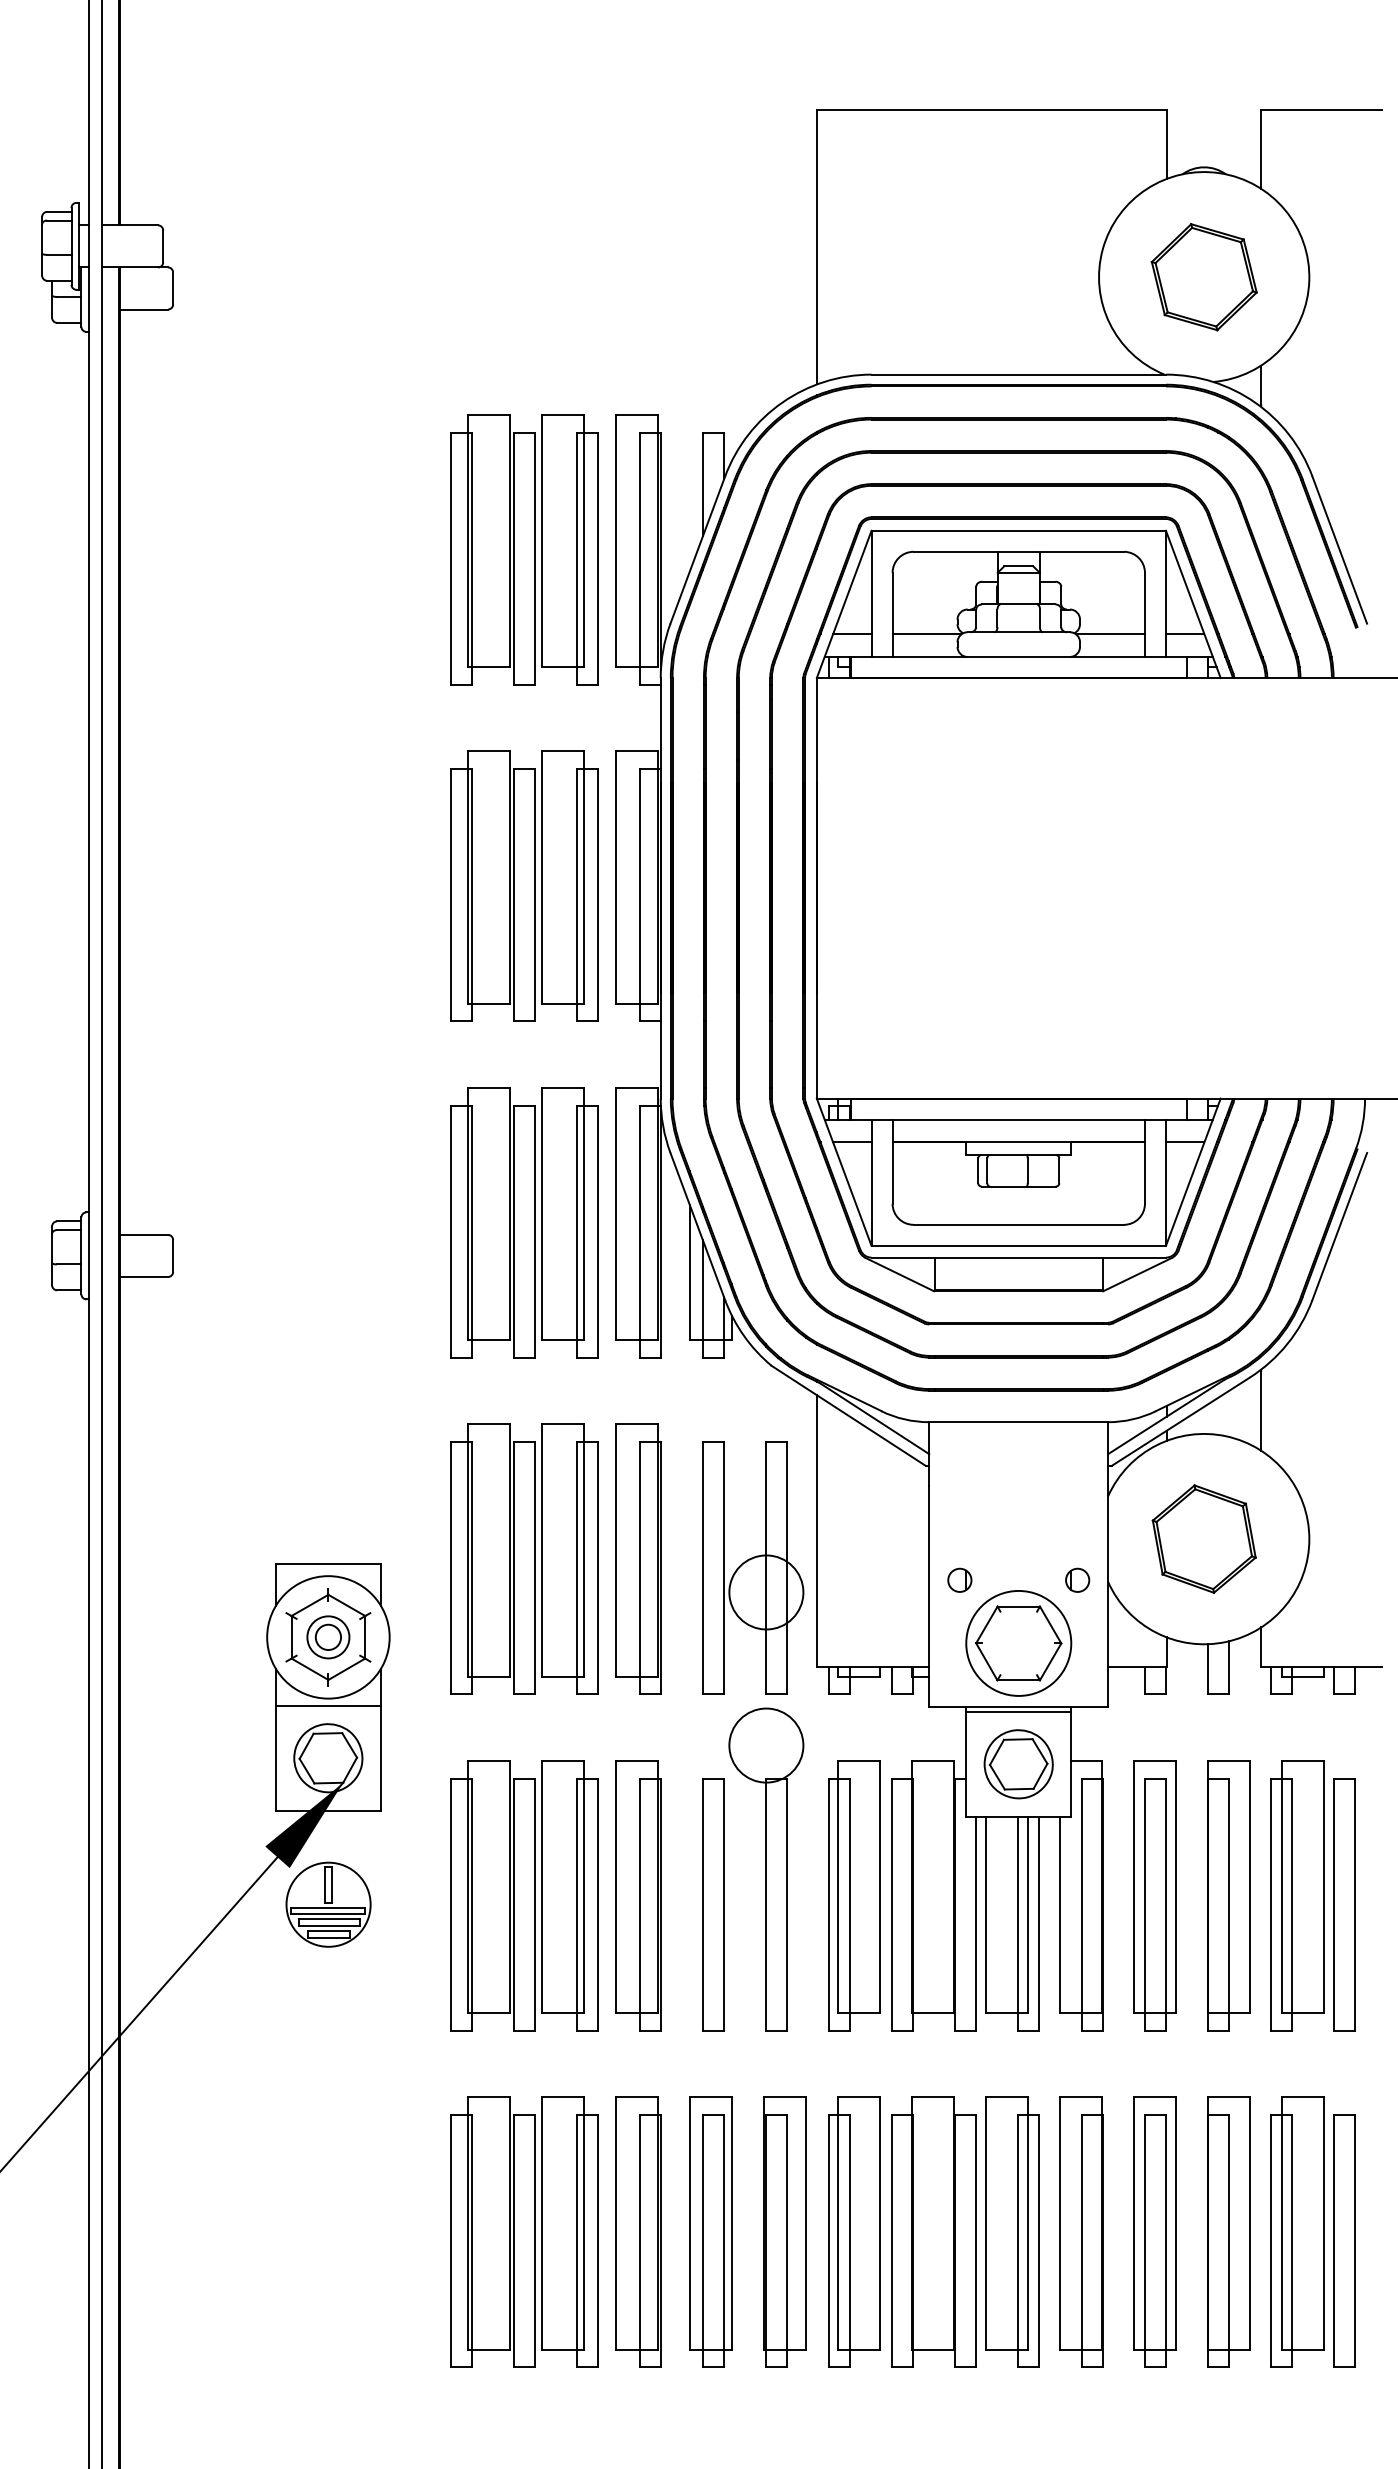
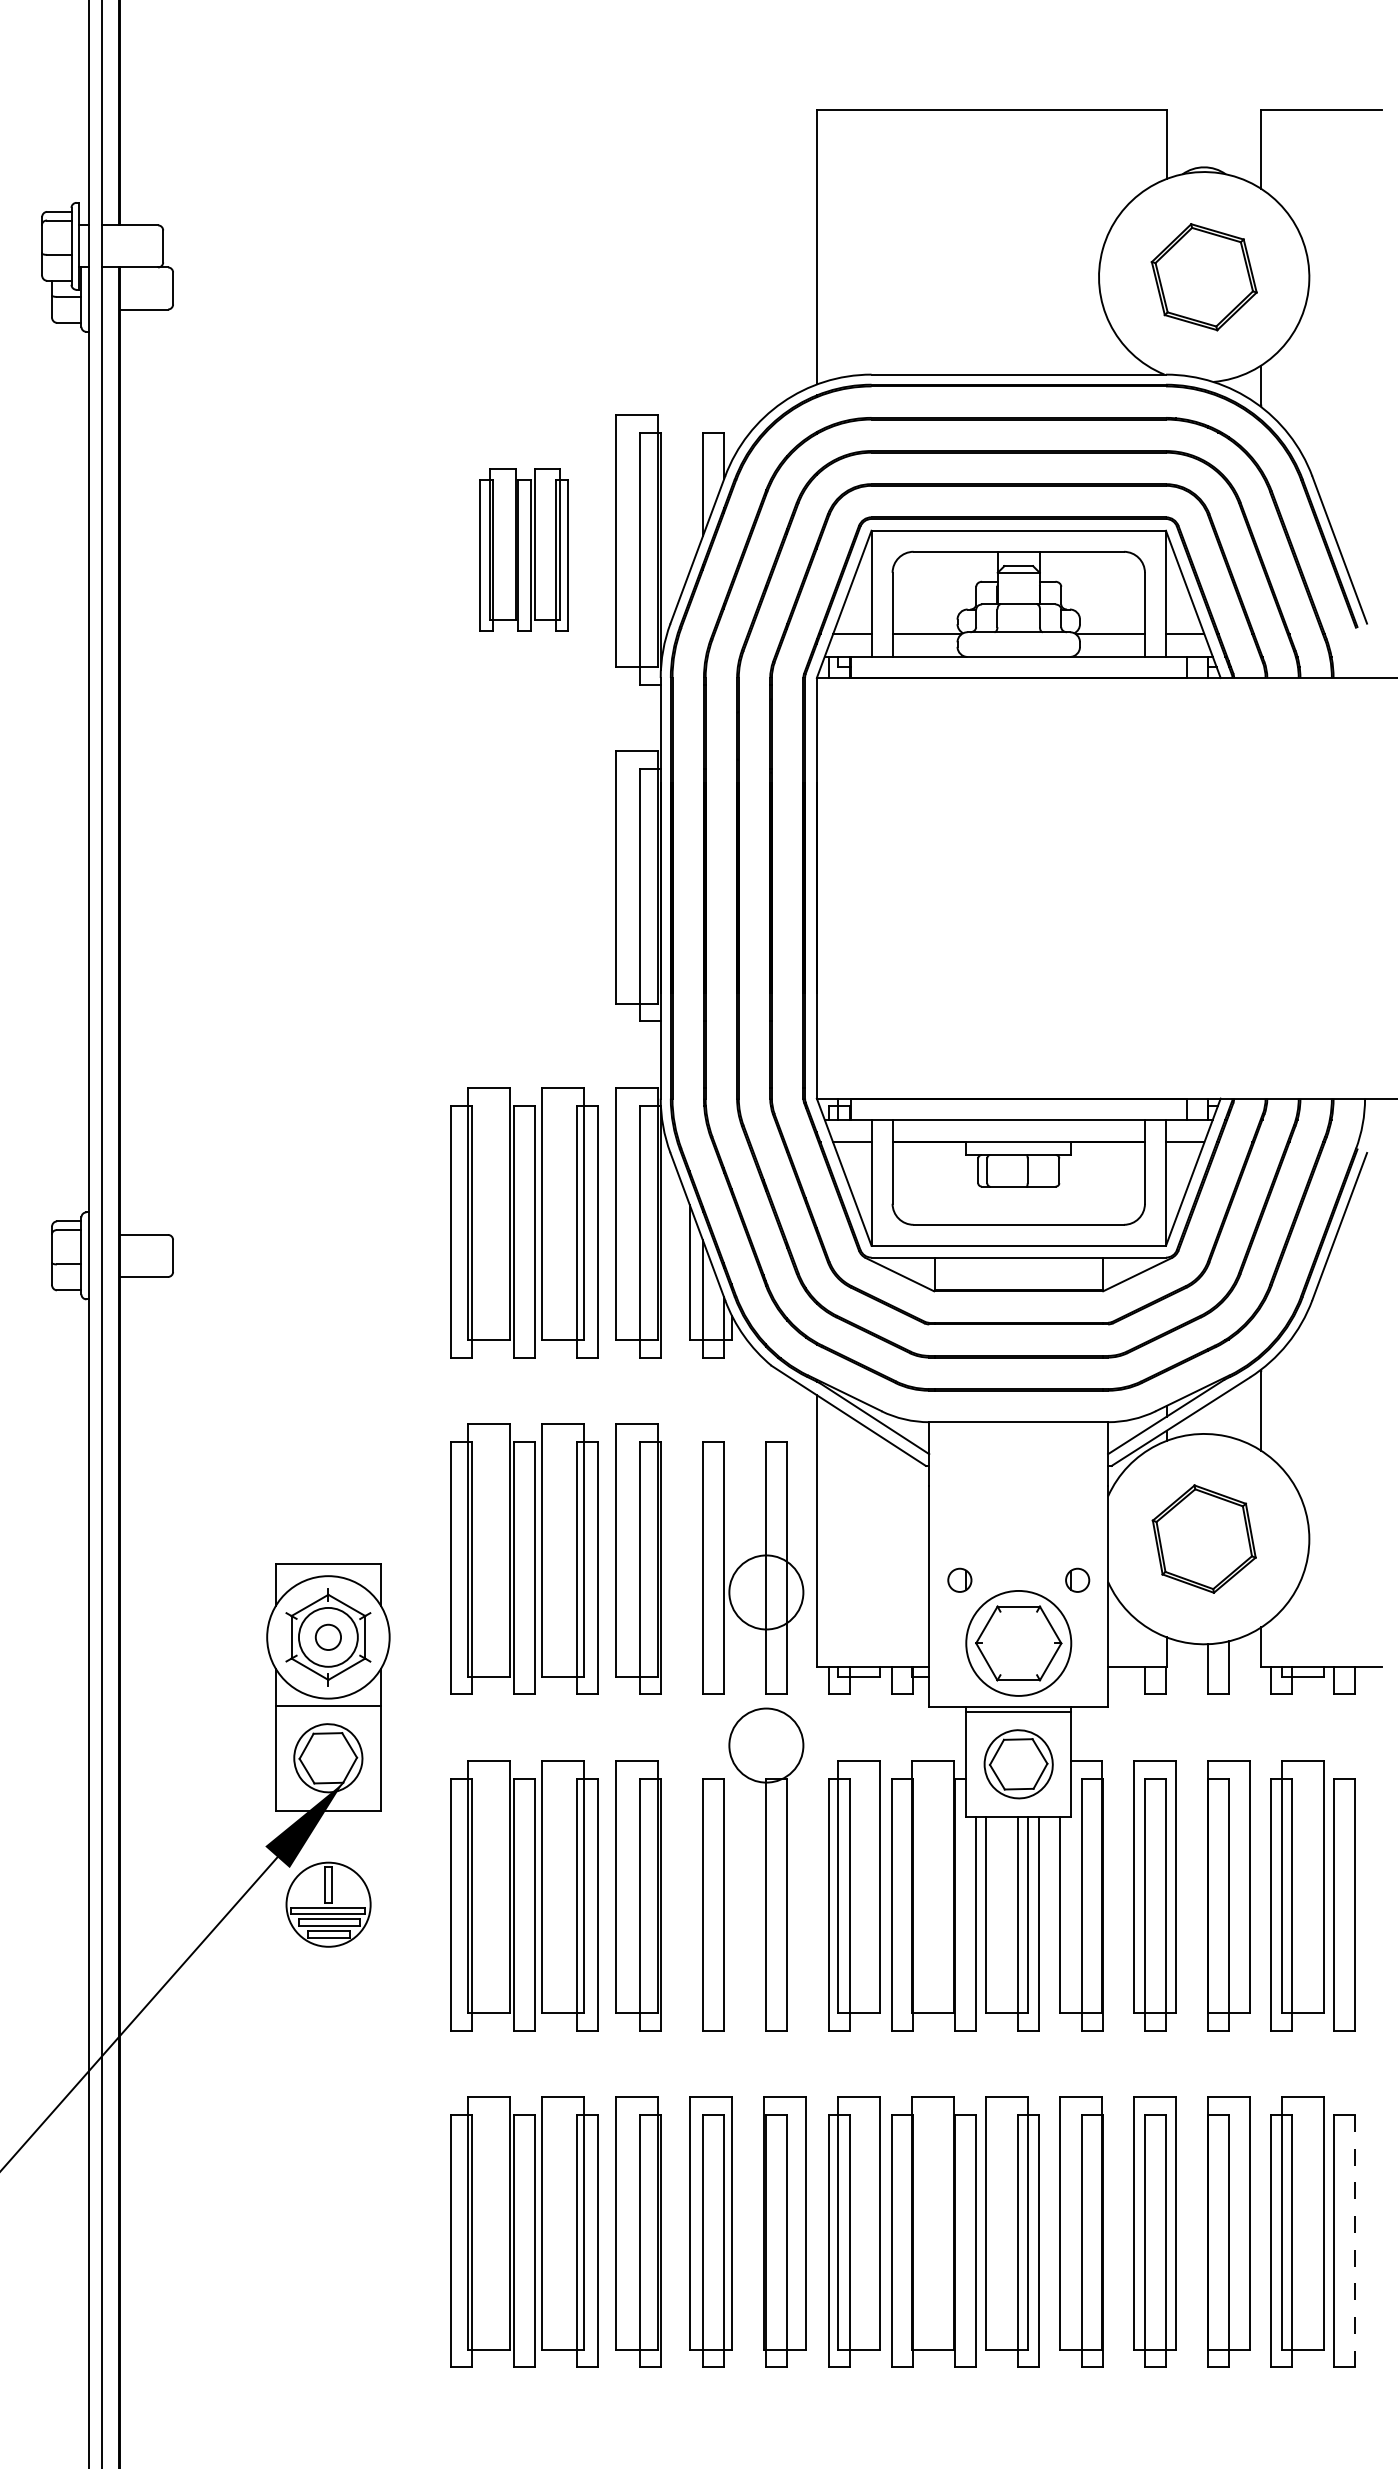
part at (524, 549) size: 149x272 px -> 90x164 px
part at (524, 885): present -> none
circle at (328, 1637) diameter: 42 px -> 59 px
line at (1354, 2241): solid -> dashed
